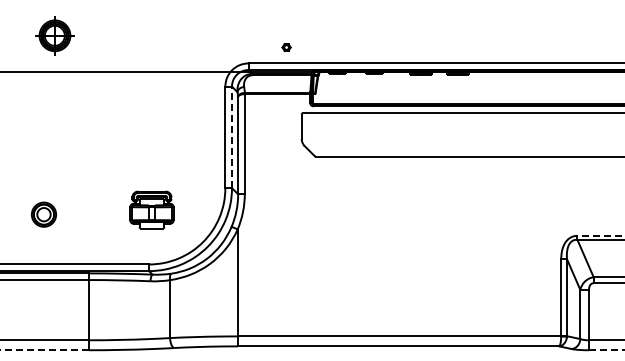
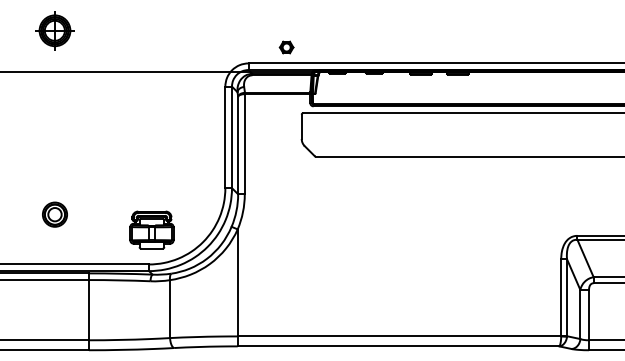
part at (54, 35) position: (54, 35) -> (54, 30)
part at (286, 47) size: 11x9 px -> 17x15 px
line at (232, 137): dashed -> solid
part at (151, 209) position: (151, 209) -> (151, 229)
part at (43, 214) position: (43, 214) -> (54, 214)
line at (600, 235): dashed -> solid
line at (43, 350): dashed -> solid
line at (607, 350): dashed -> solid
